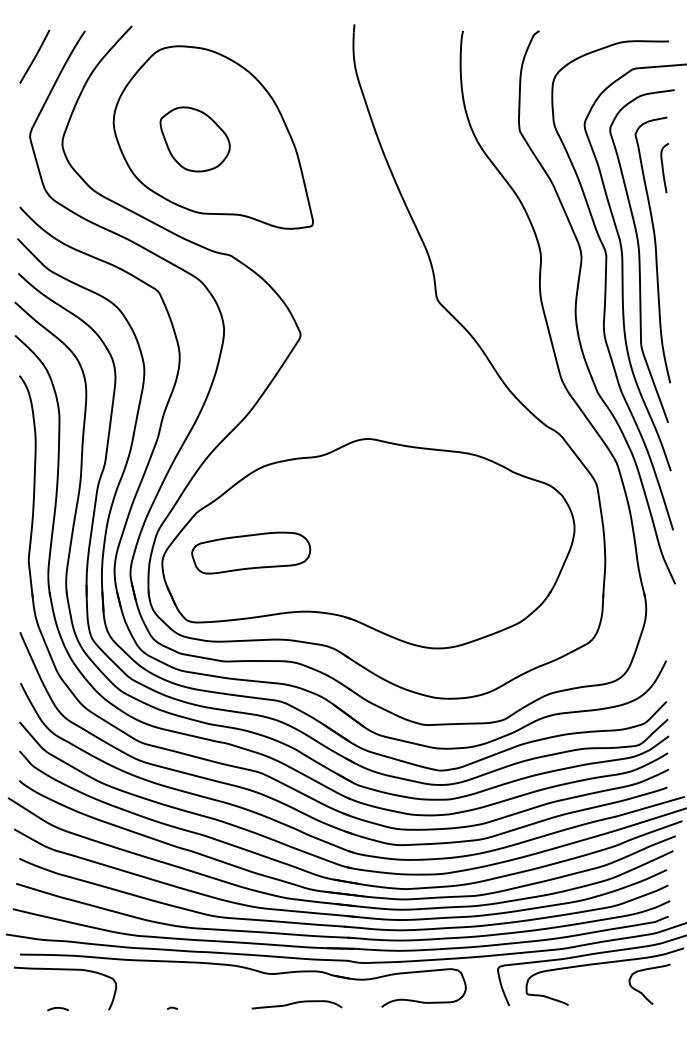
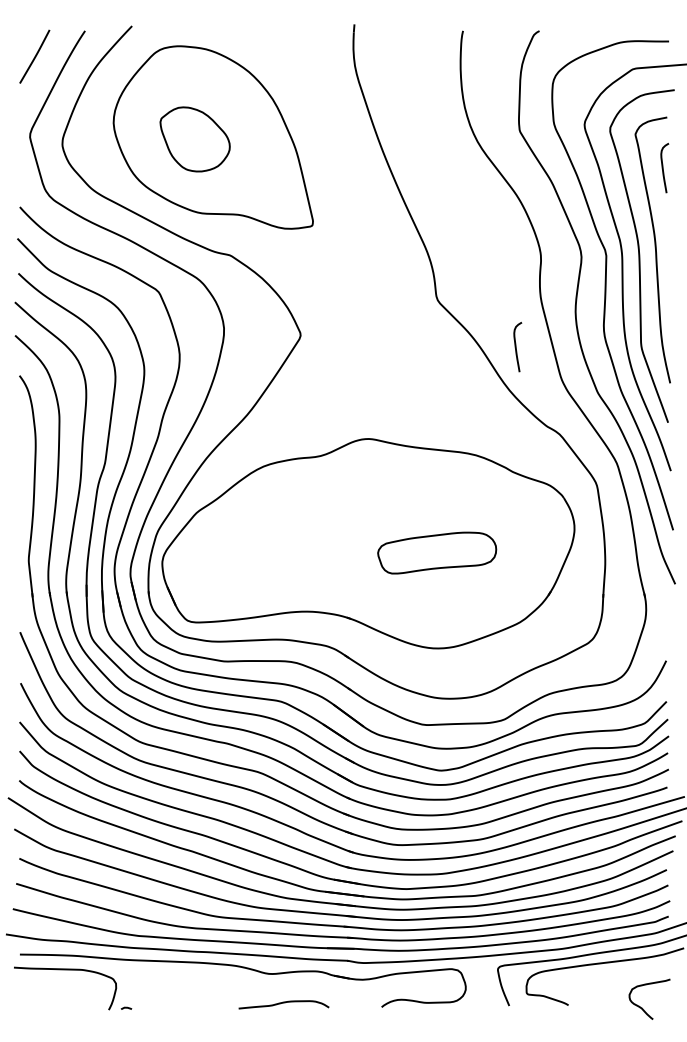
curve at (516, 347): none -> present
part at (251, 552) position: (251, 552) -> (437, 552)
curve at (642, 992) position: (642, 992) -> (642, 1007)
curve at (296, 1003) position: (296, 1003) -> (283, 1003)
curve at (172, 1007) position: (172, 1007) -> (126, 1007)
curve at (57, 1008): present -> none
